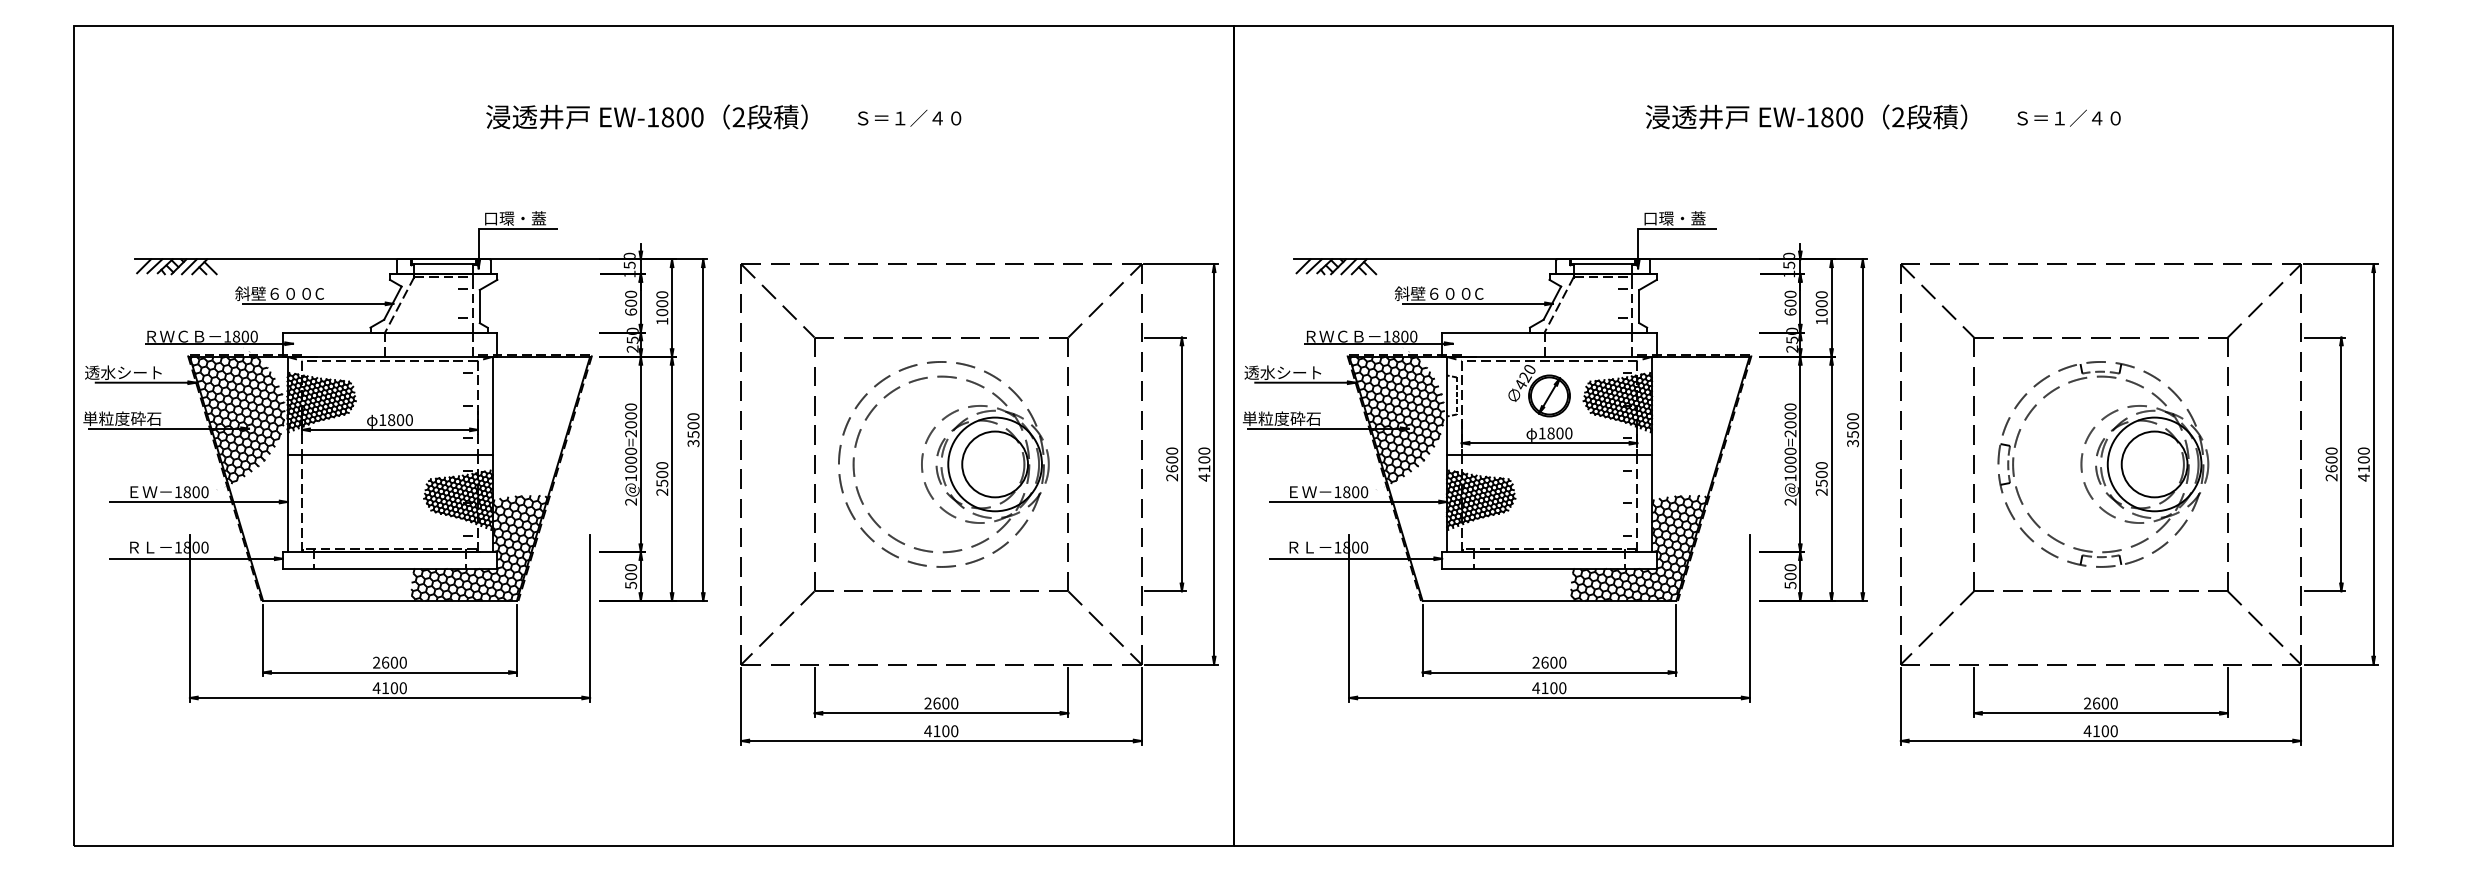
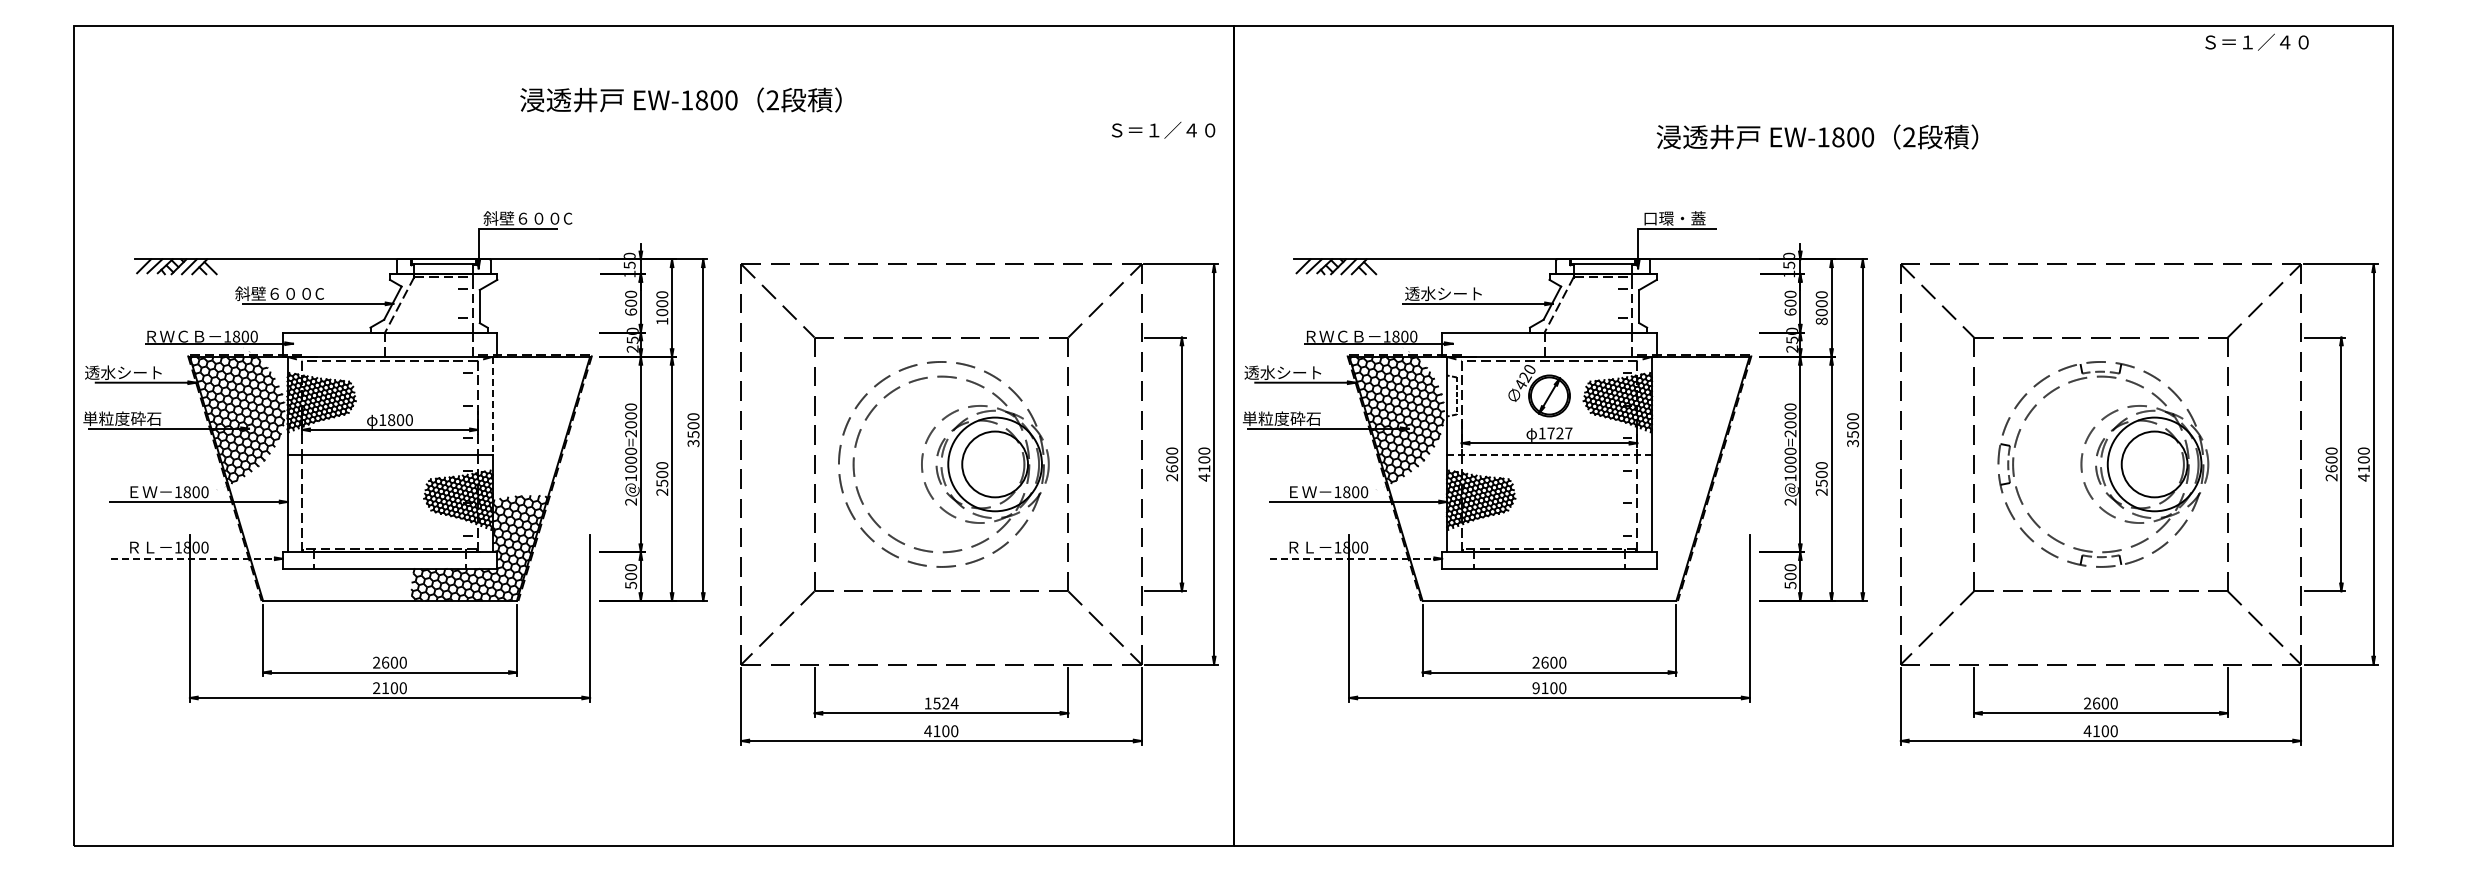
text at (646, 116) position: (646, 116) -> (680, 99)
text at (1806, 116) position: (1806, 116) -> (1817, 136)
text at (2068, 117) position: (2068, 117) -> (2256, 41)
text at (909, 118) position: (909, 118) -> (1163, 130)
text at (527, 218): 口環・蓋 -> 斜壁６００C
text at (1438, 293): 斜壁６００C -> 透水シート
text at (1821, 321): 1000 -> 8000
line at (492, 405): solid -> dashed
text at (1559, 433): 1800 -> 1727
line at (1549, 454): solid -> dashed
hatch at (1638, 547): present -> none
line at (195, 558): solid -> dashed
line at (1354, 558): solid -> dashed
text at (376, 687): 4100 -> 2100
text at (1536, 688): 4100 -> 9100
text at (941, 703): 2600 -> 1524
